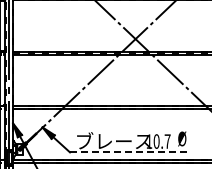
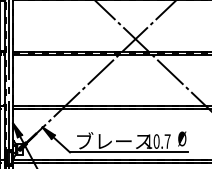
line at (129, 152): dashed -> solid
